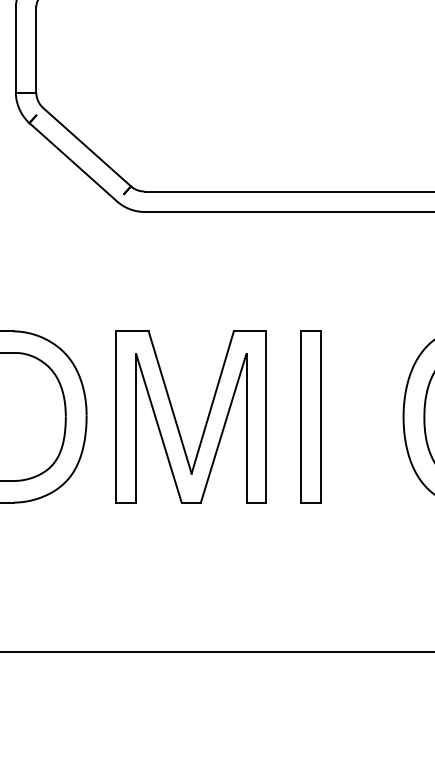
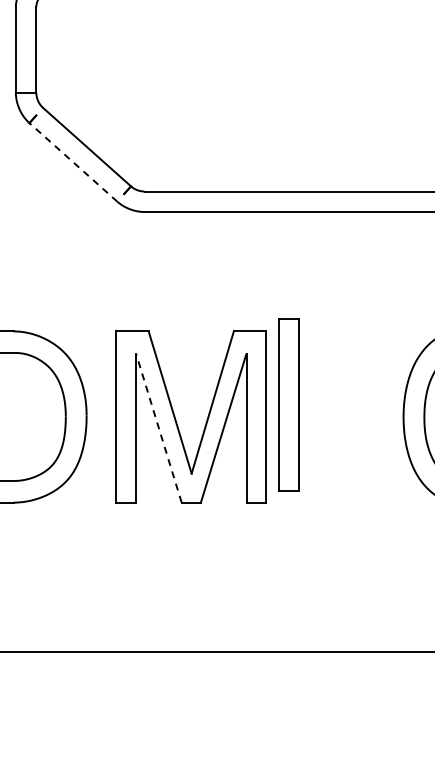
line at (73, 162): solid -> dashed
part at (310, 416) position: (310, 416) -> (288, 404)
line at (158, 428): solid -> dashed
